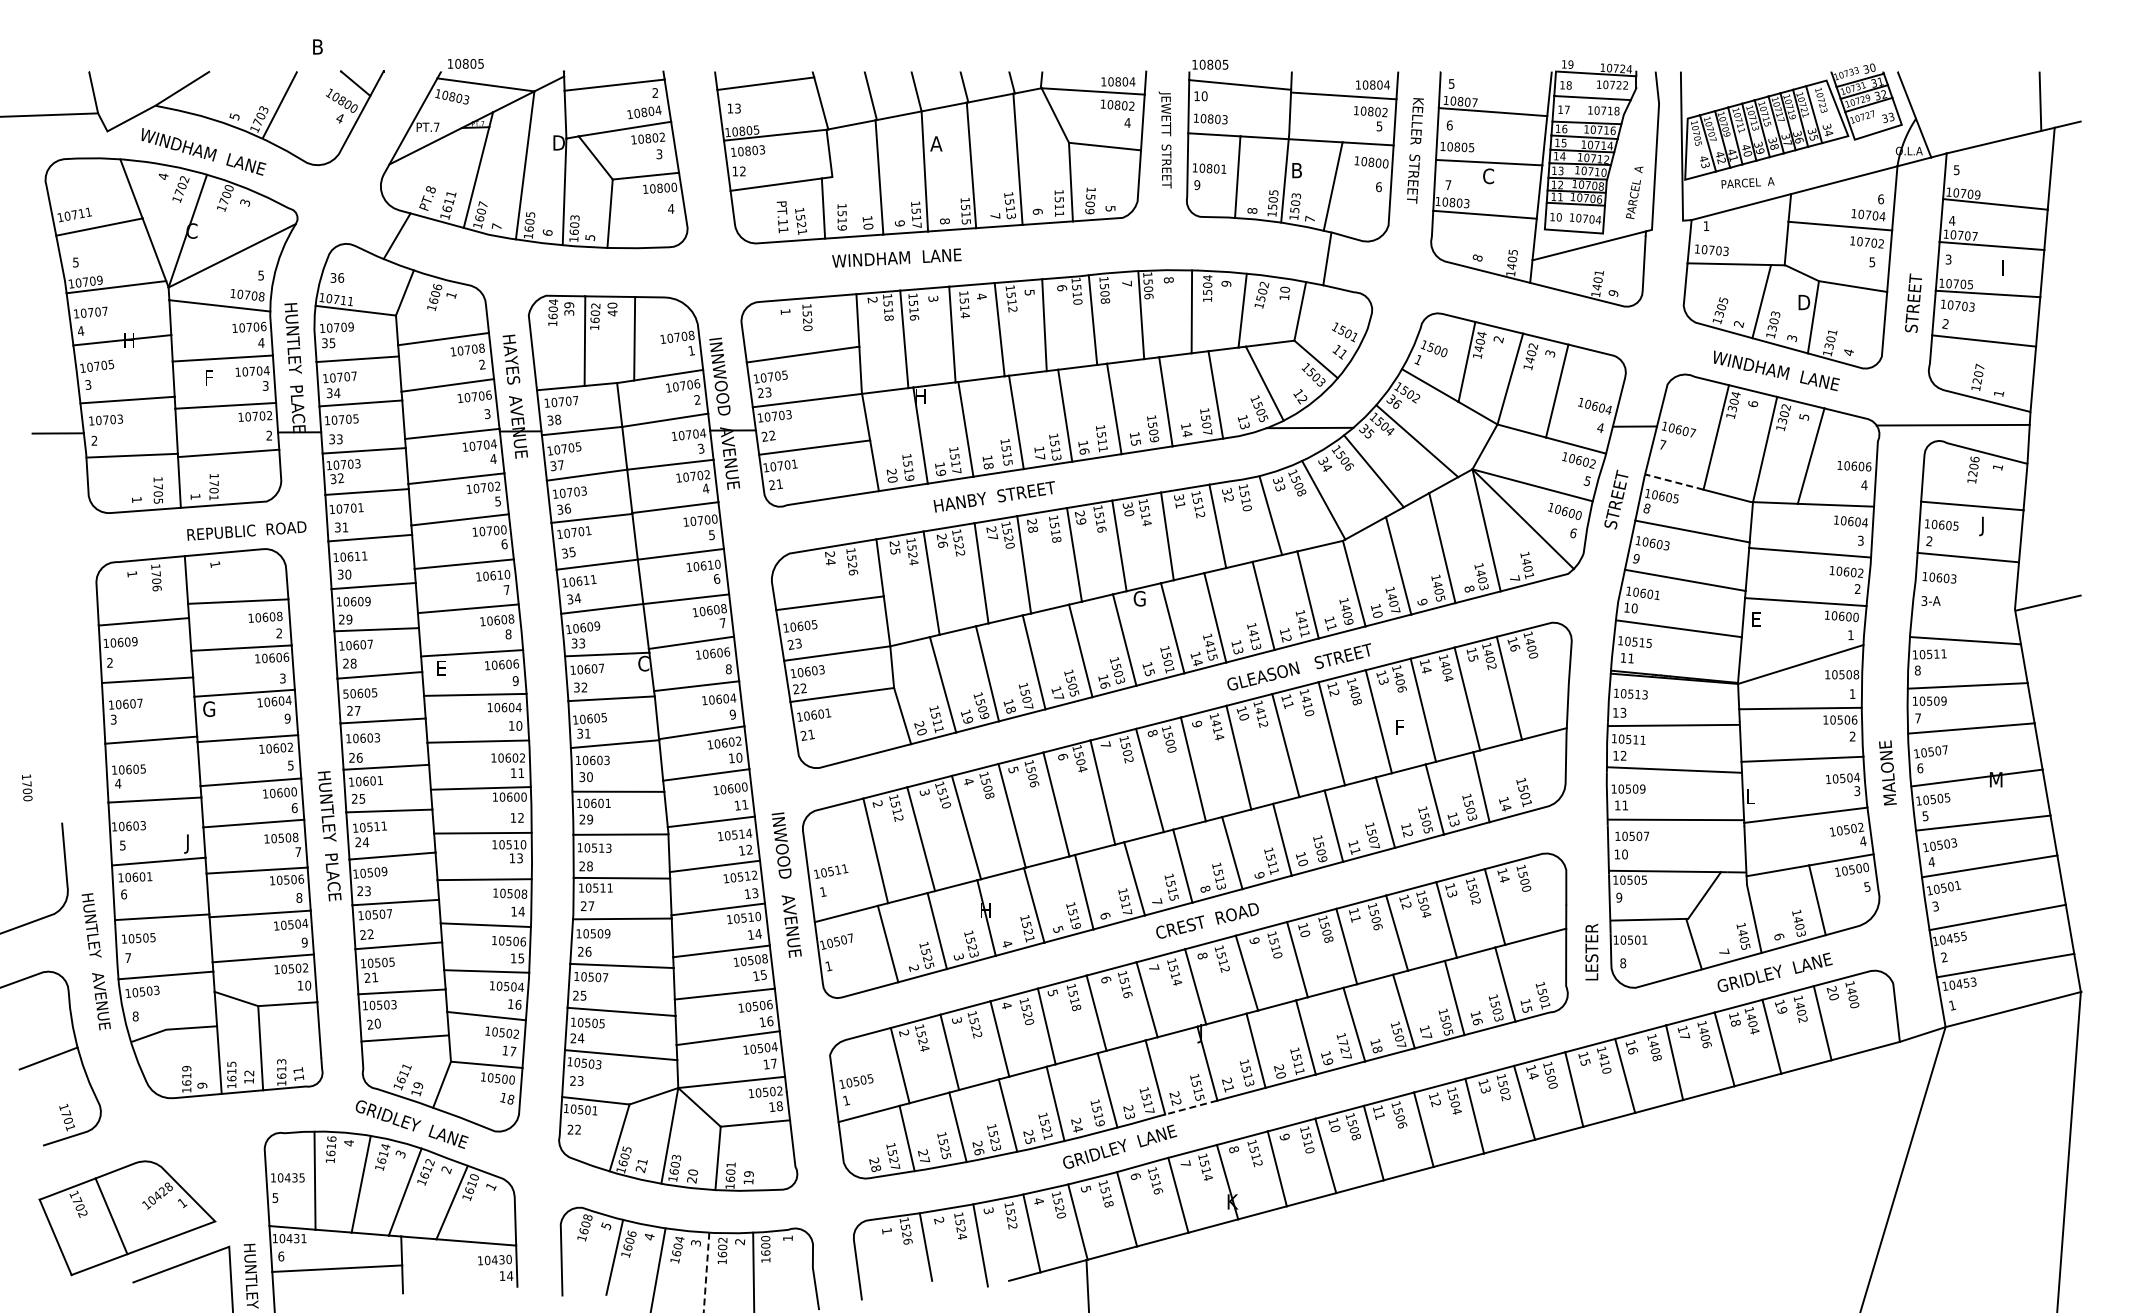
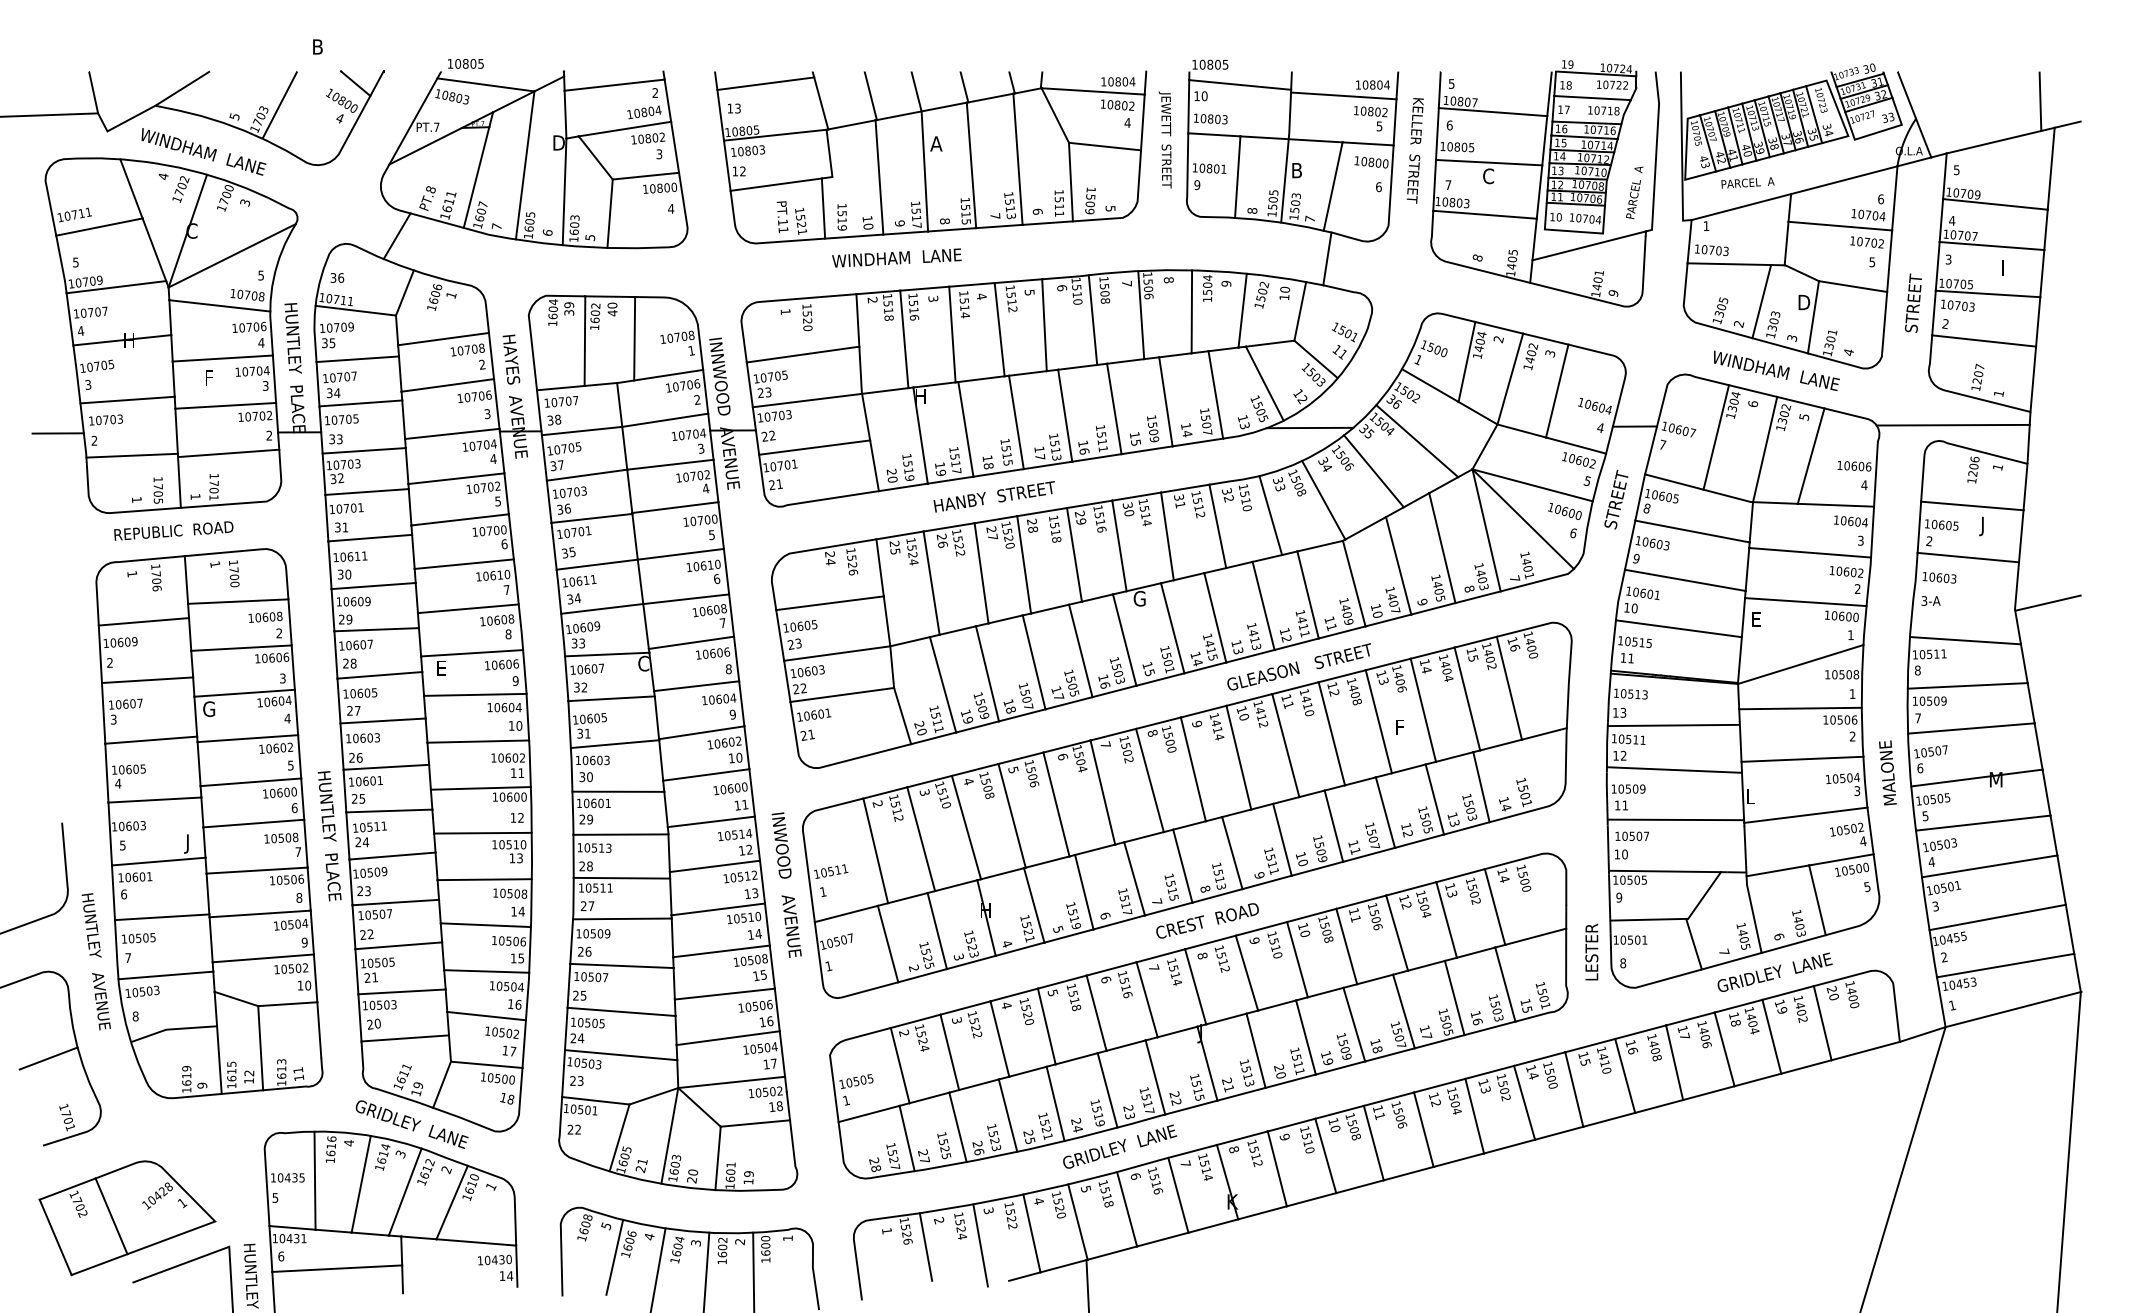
line at (1673, 481): dashed -> solid
text at (246, 530) position: (246, 530) -> (173, 530)
text at (345, 693): 50605 -> 10605
text at (287, 718): 9 -> 4
text at (27, 787) position: (27, 787) -> (234, 573)
text at (1344, 1049): 1727 -> 1509
line at (1190, 1107): dashed -> solid
line at (706, 1273): dashed -> solid
